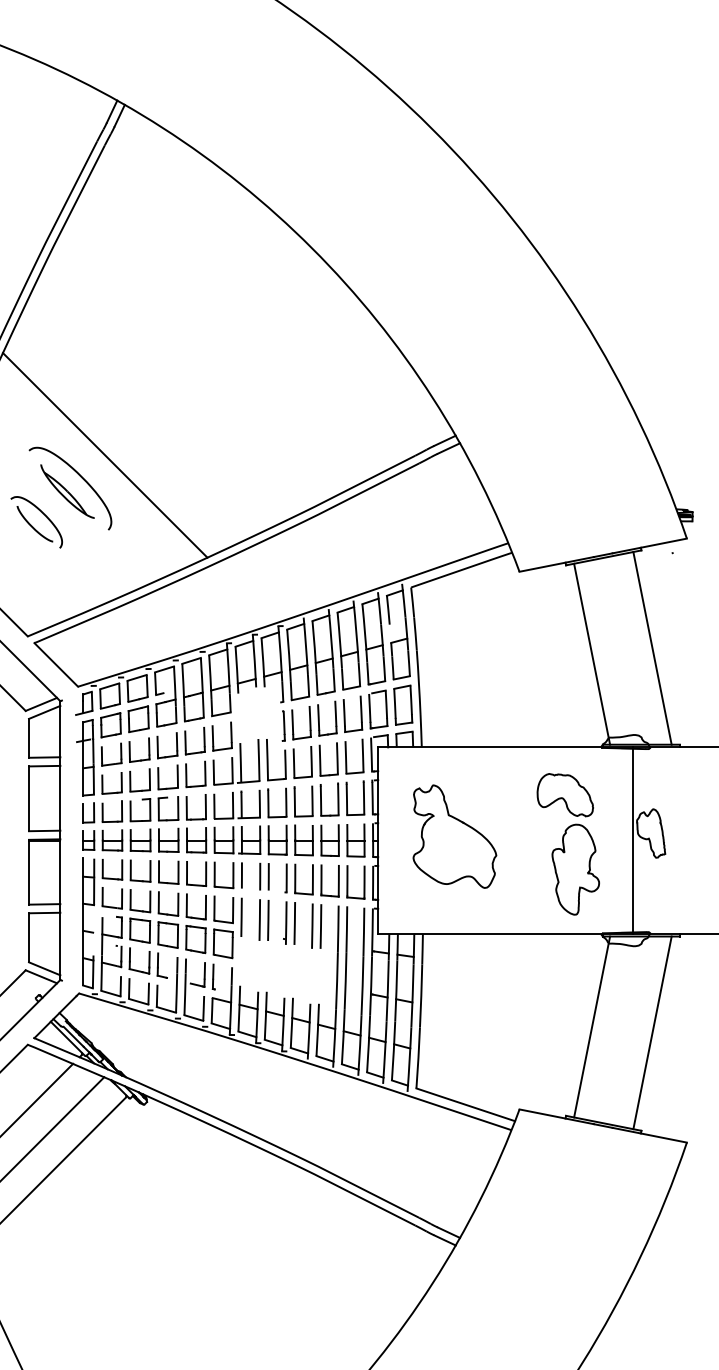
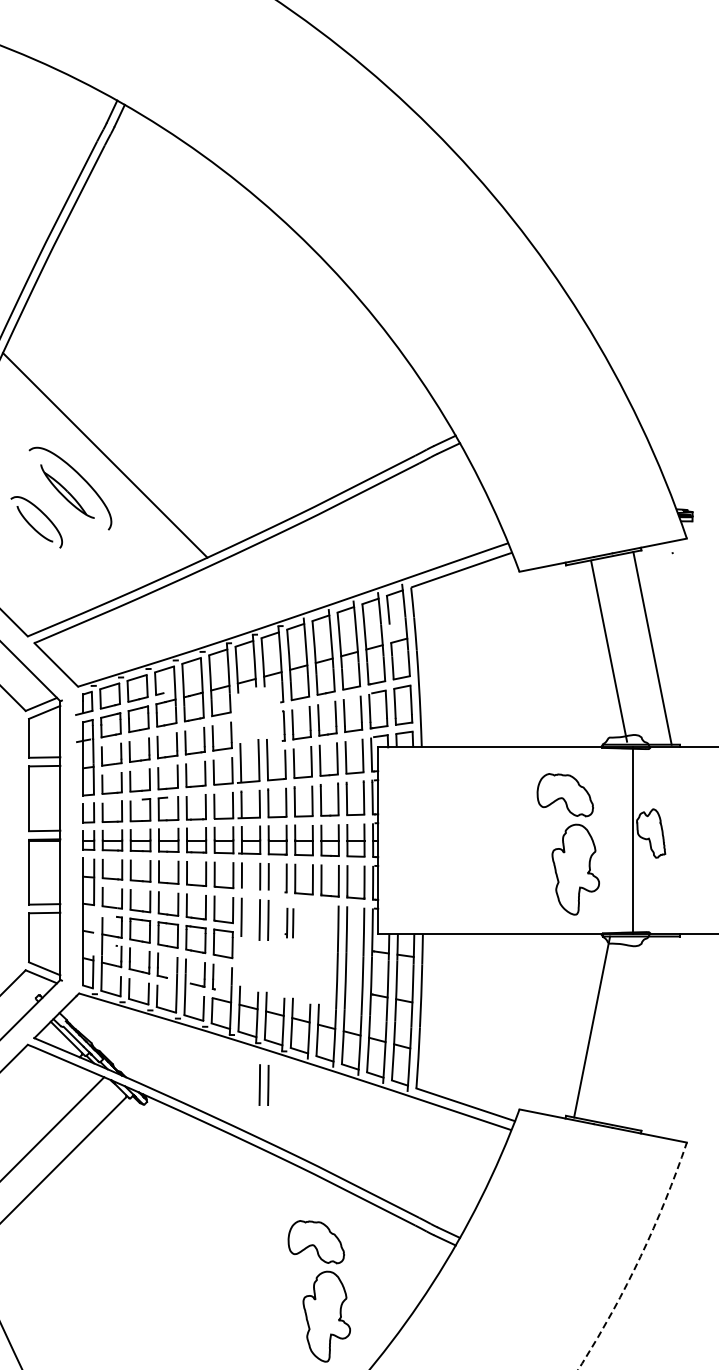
line at (592, 653) position: (592, 653) -> (609, 650)
part at (454, 836): present -> none
part at (289, 922) size: 13x44 px -> 11x32 px
part at (316, 925): present -> none
line at (652, 1032): present -> none
part at (263, 1084): none -> present
line at (37, 1098): present -> none
arc at (639, 1259): solid -> dashed
part at (318, 1291): none -> present
